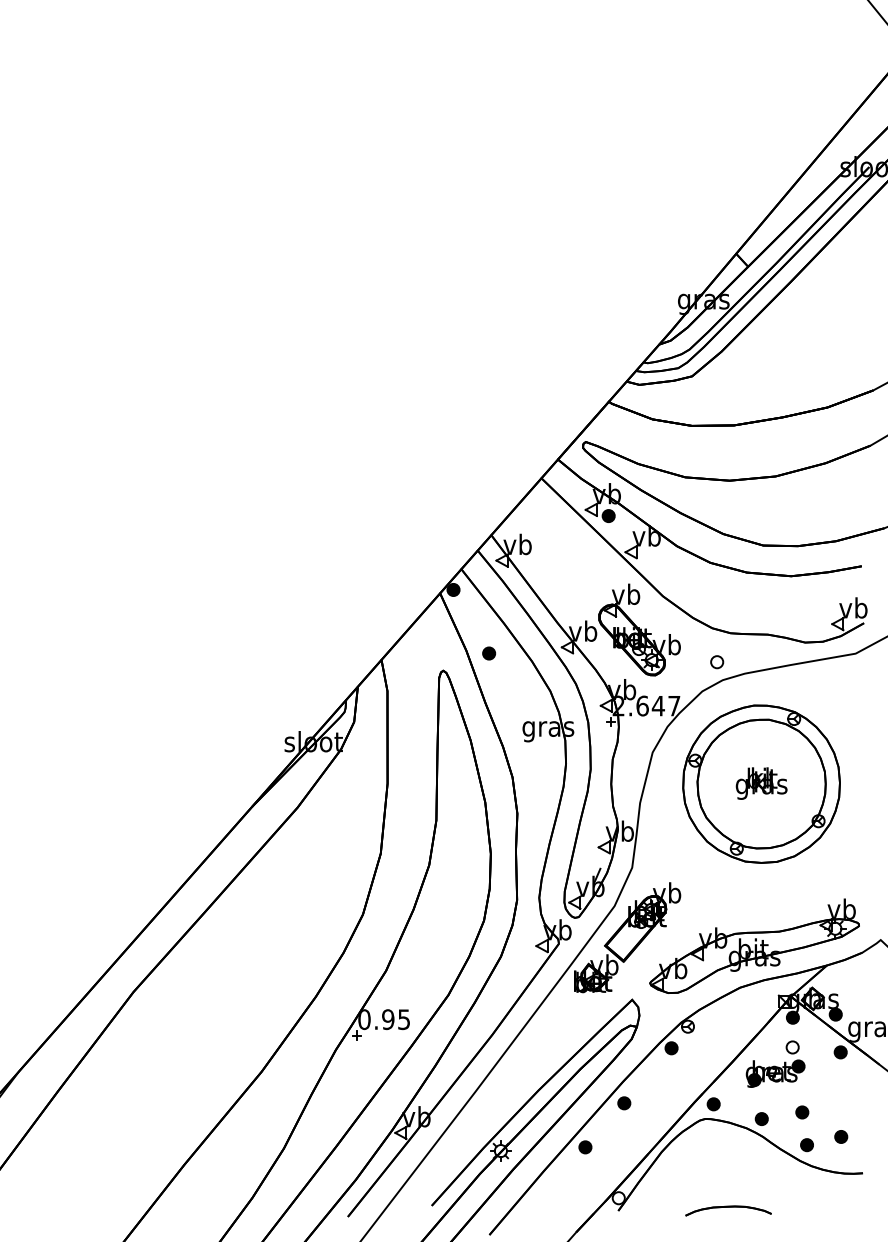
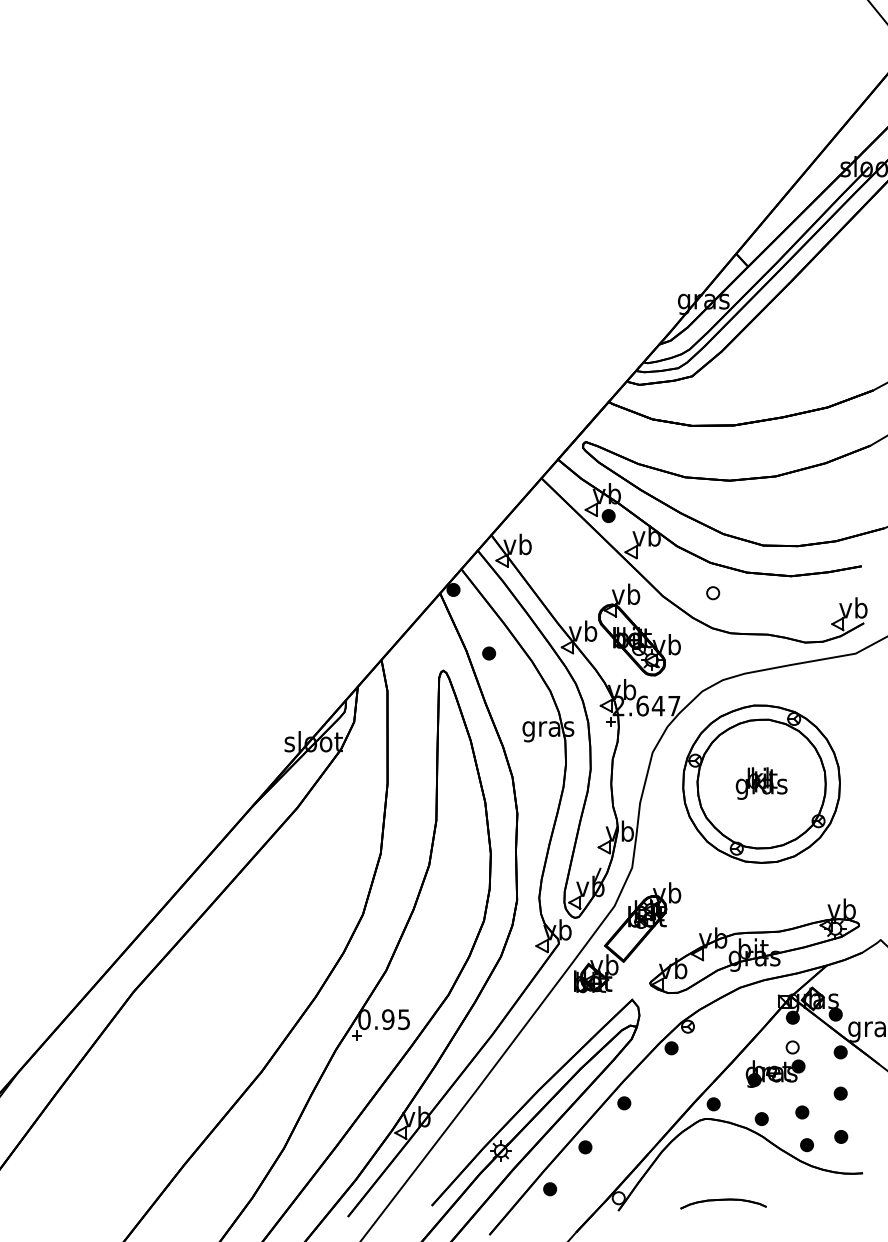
part at (717, 662) position: (717, 662) -> (713, 593)
part at (840, 1093): none -> present
part at (550, 1189): none -> present
part at (728, 1210) position: (728, 1210) -> (723, 1203)
